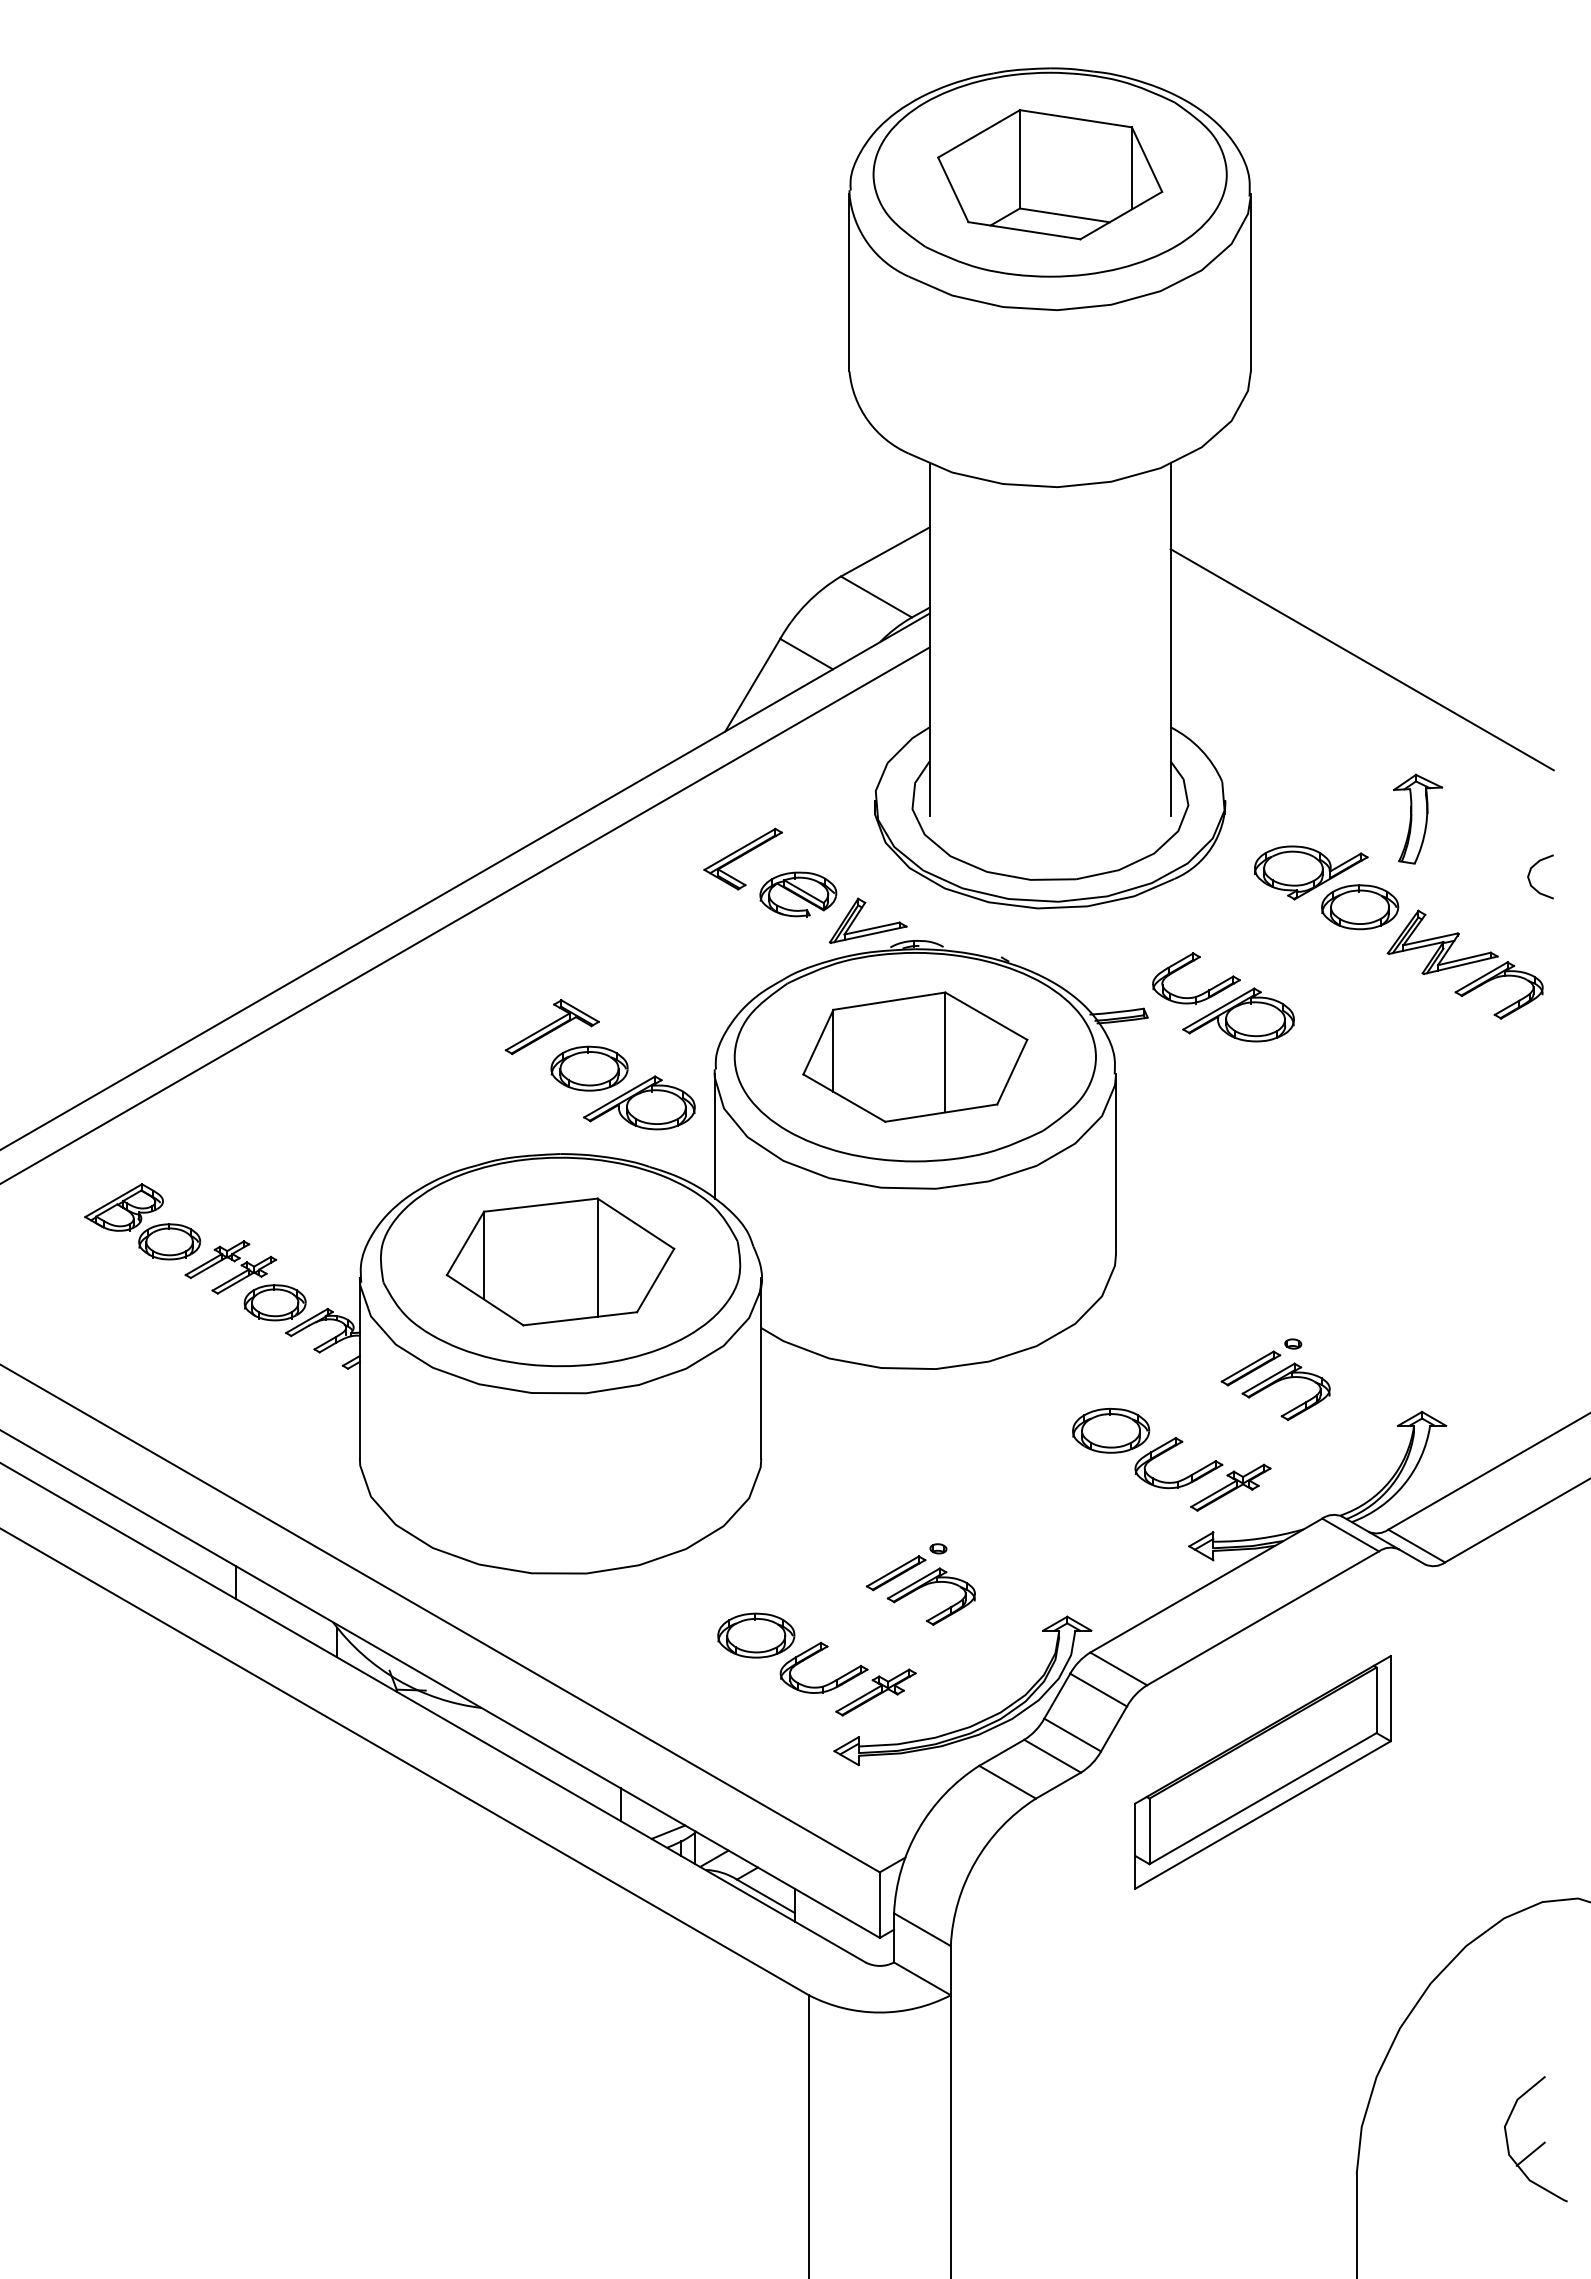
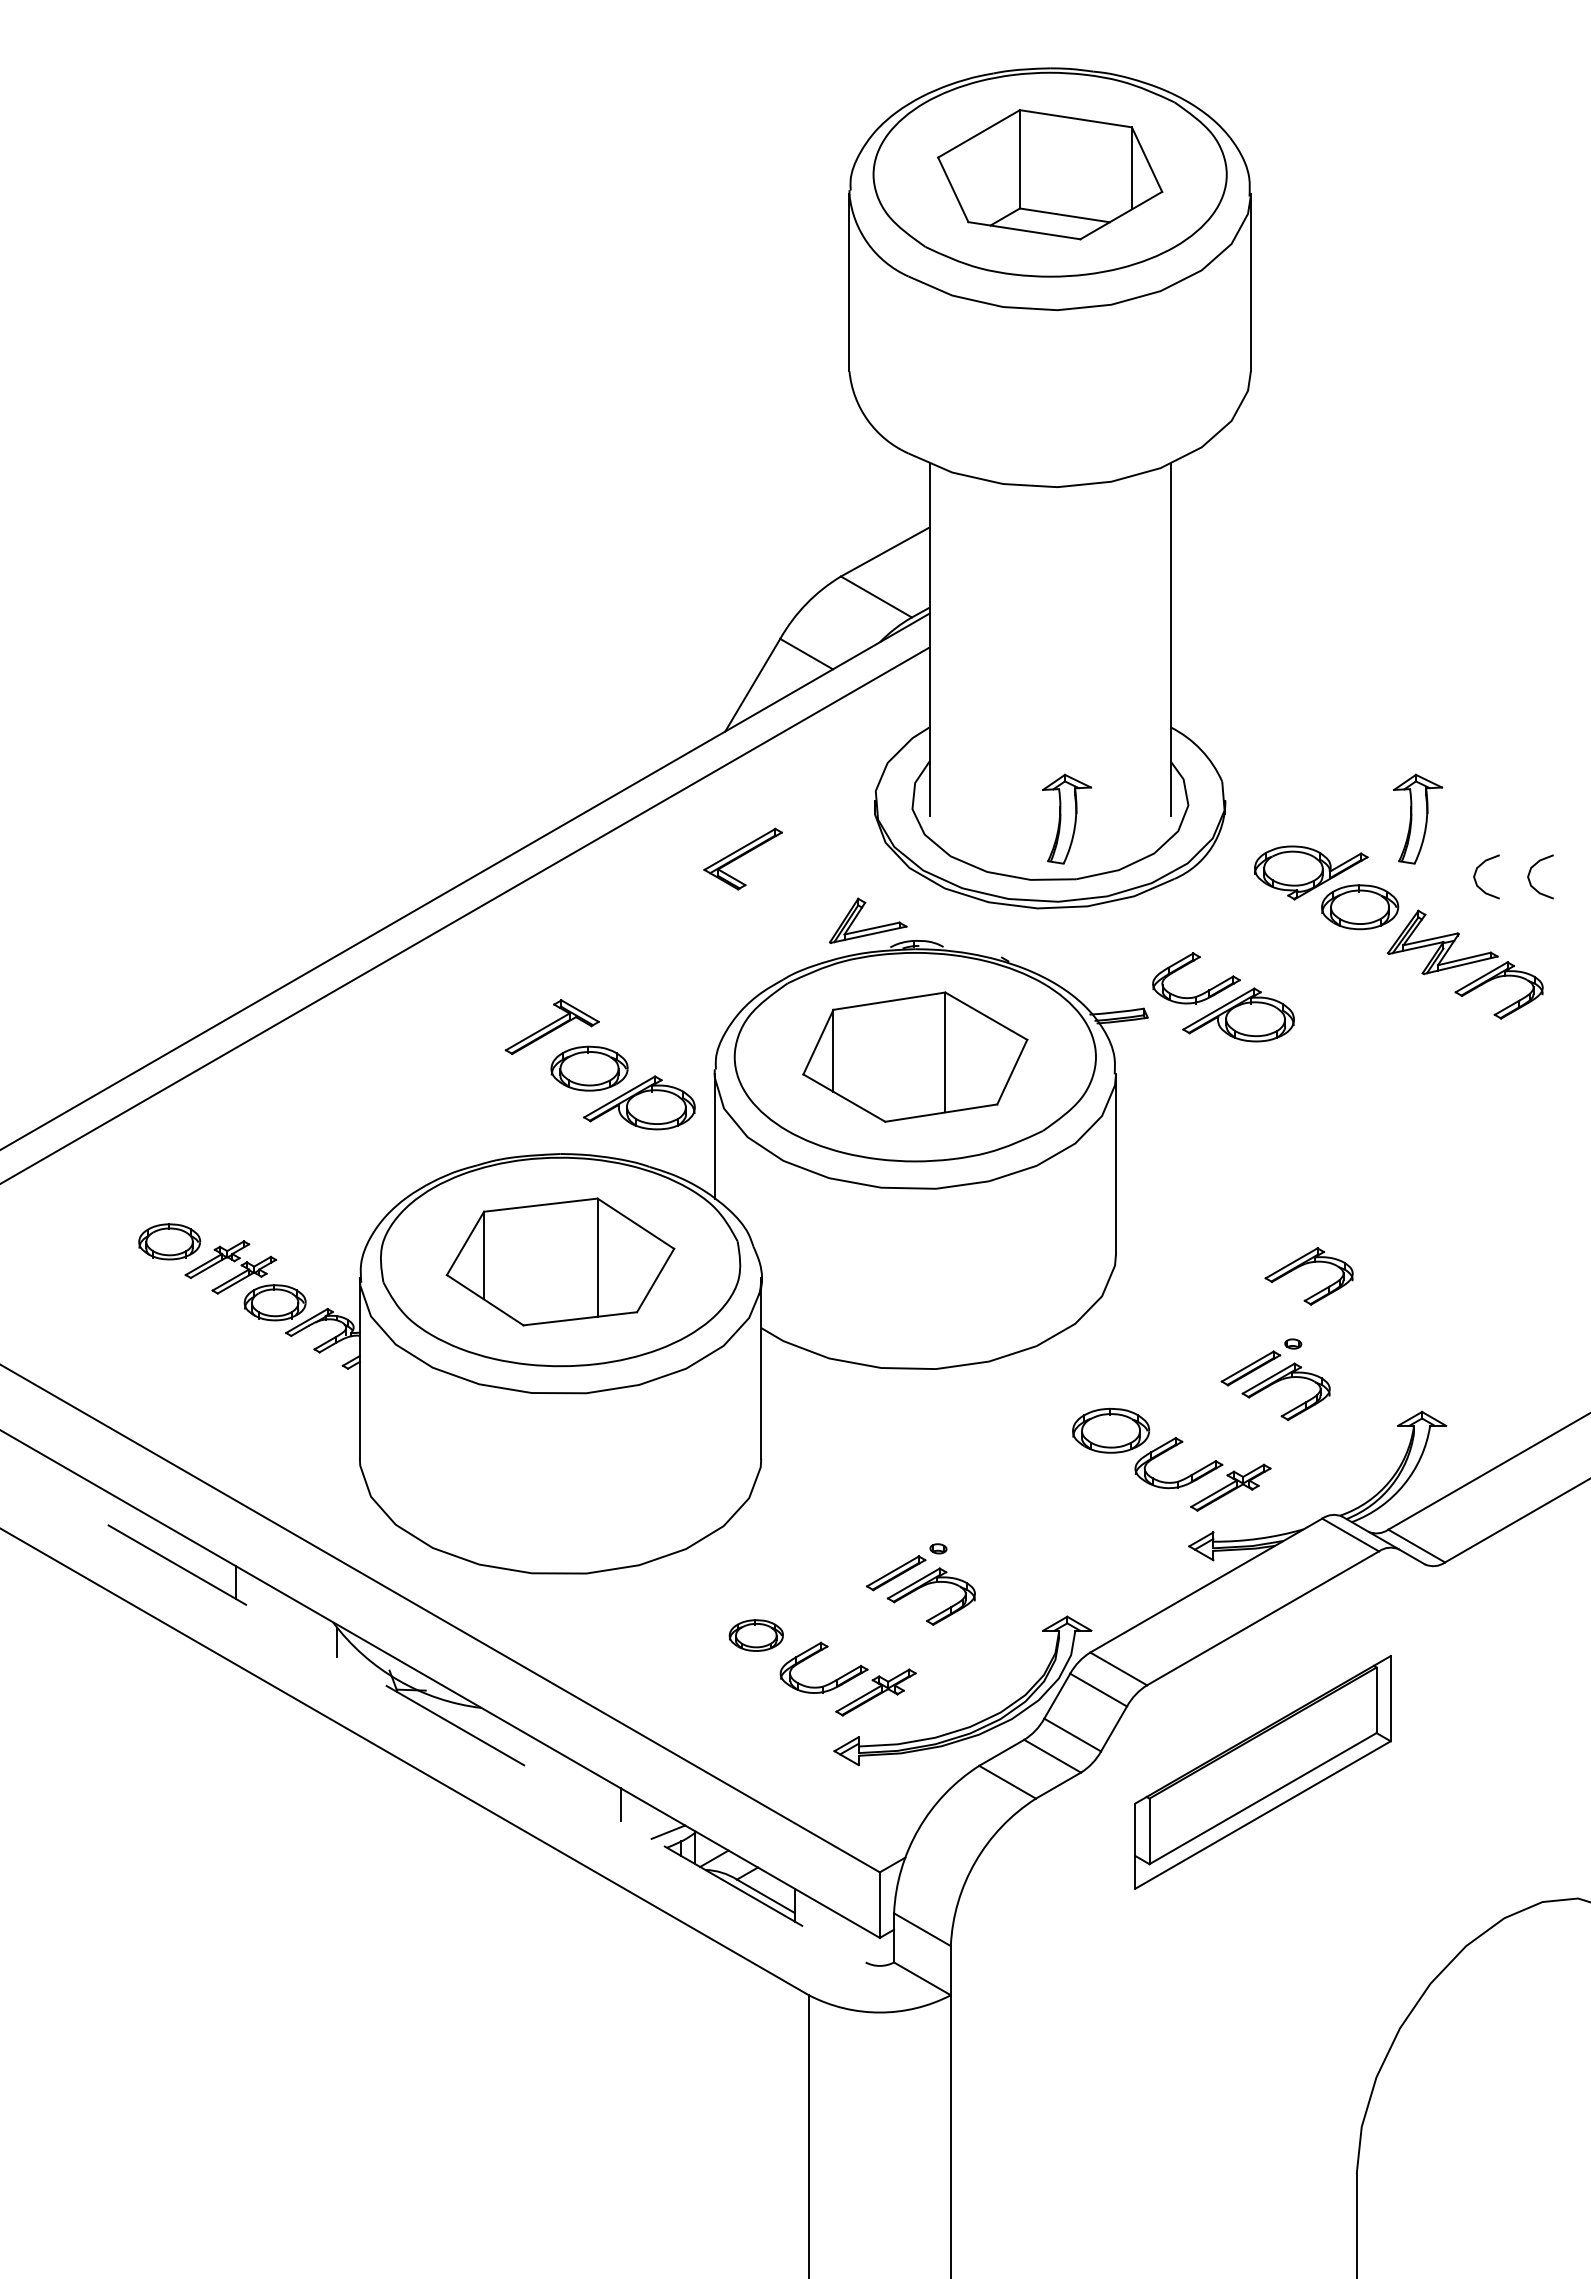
line at (1361, 659): present -> none
part at (1067, 818): none -> present
curve at (1476, 873): none -> present
part at (798, 894): present -> none
part at (123, 1207): present -> none
part at (1304, 1265): none -> present
part at (756, 1635) size: 79x47 px -> 56x33 px
line at (432, 1712): solid -> dashed
part at (1540, 2144): present -> none
